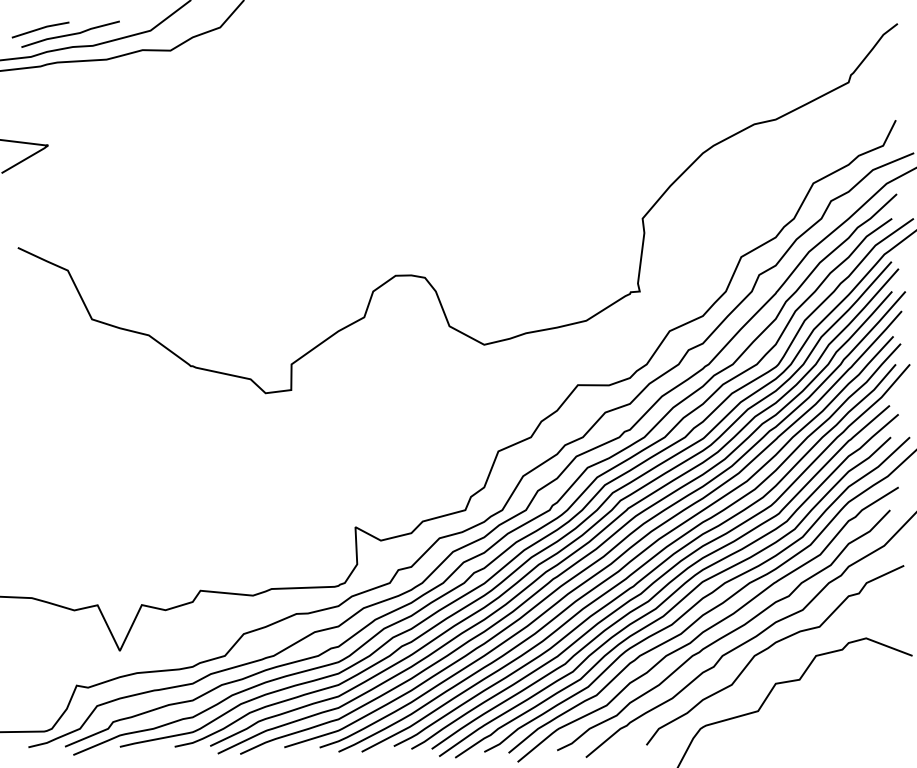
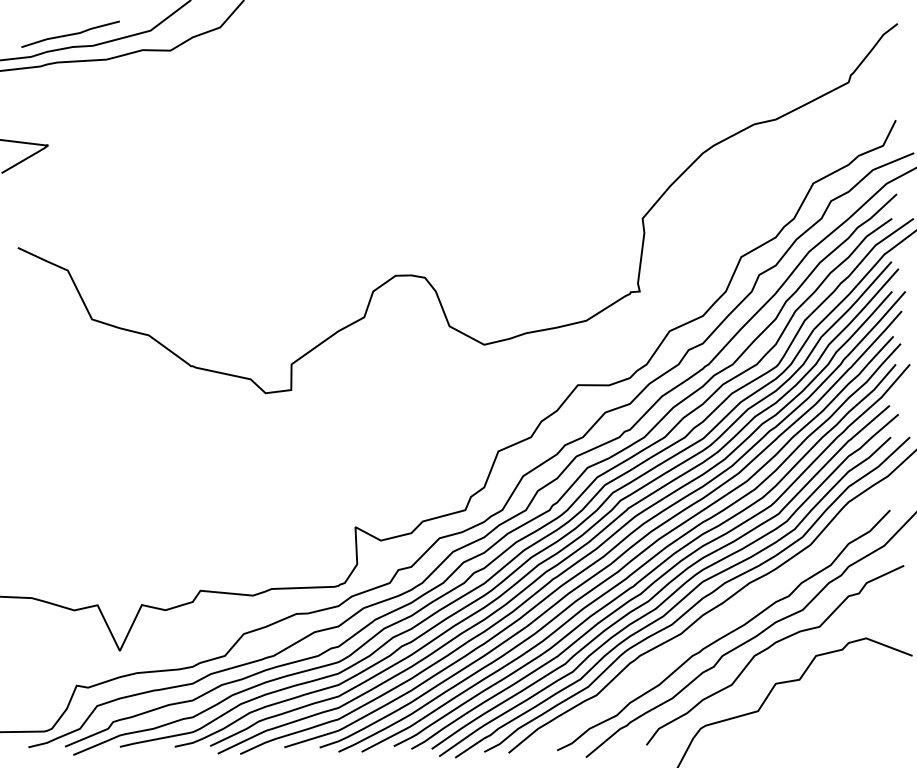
line at (40, 29): present -> none
curve at (708, 627): present -> none
